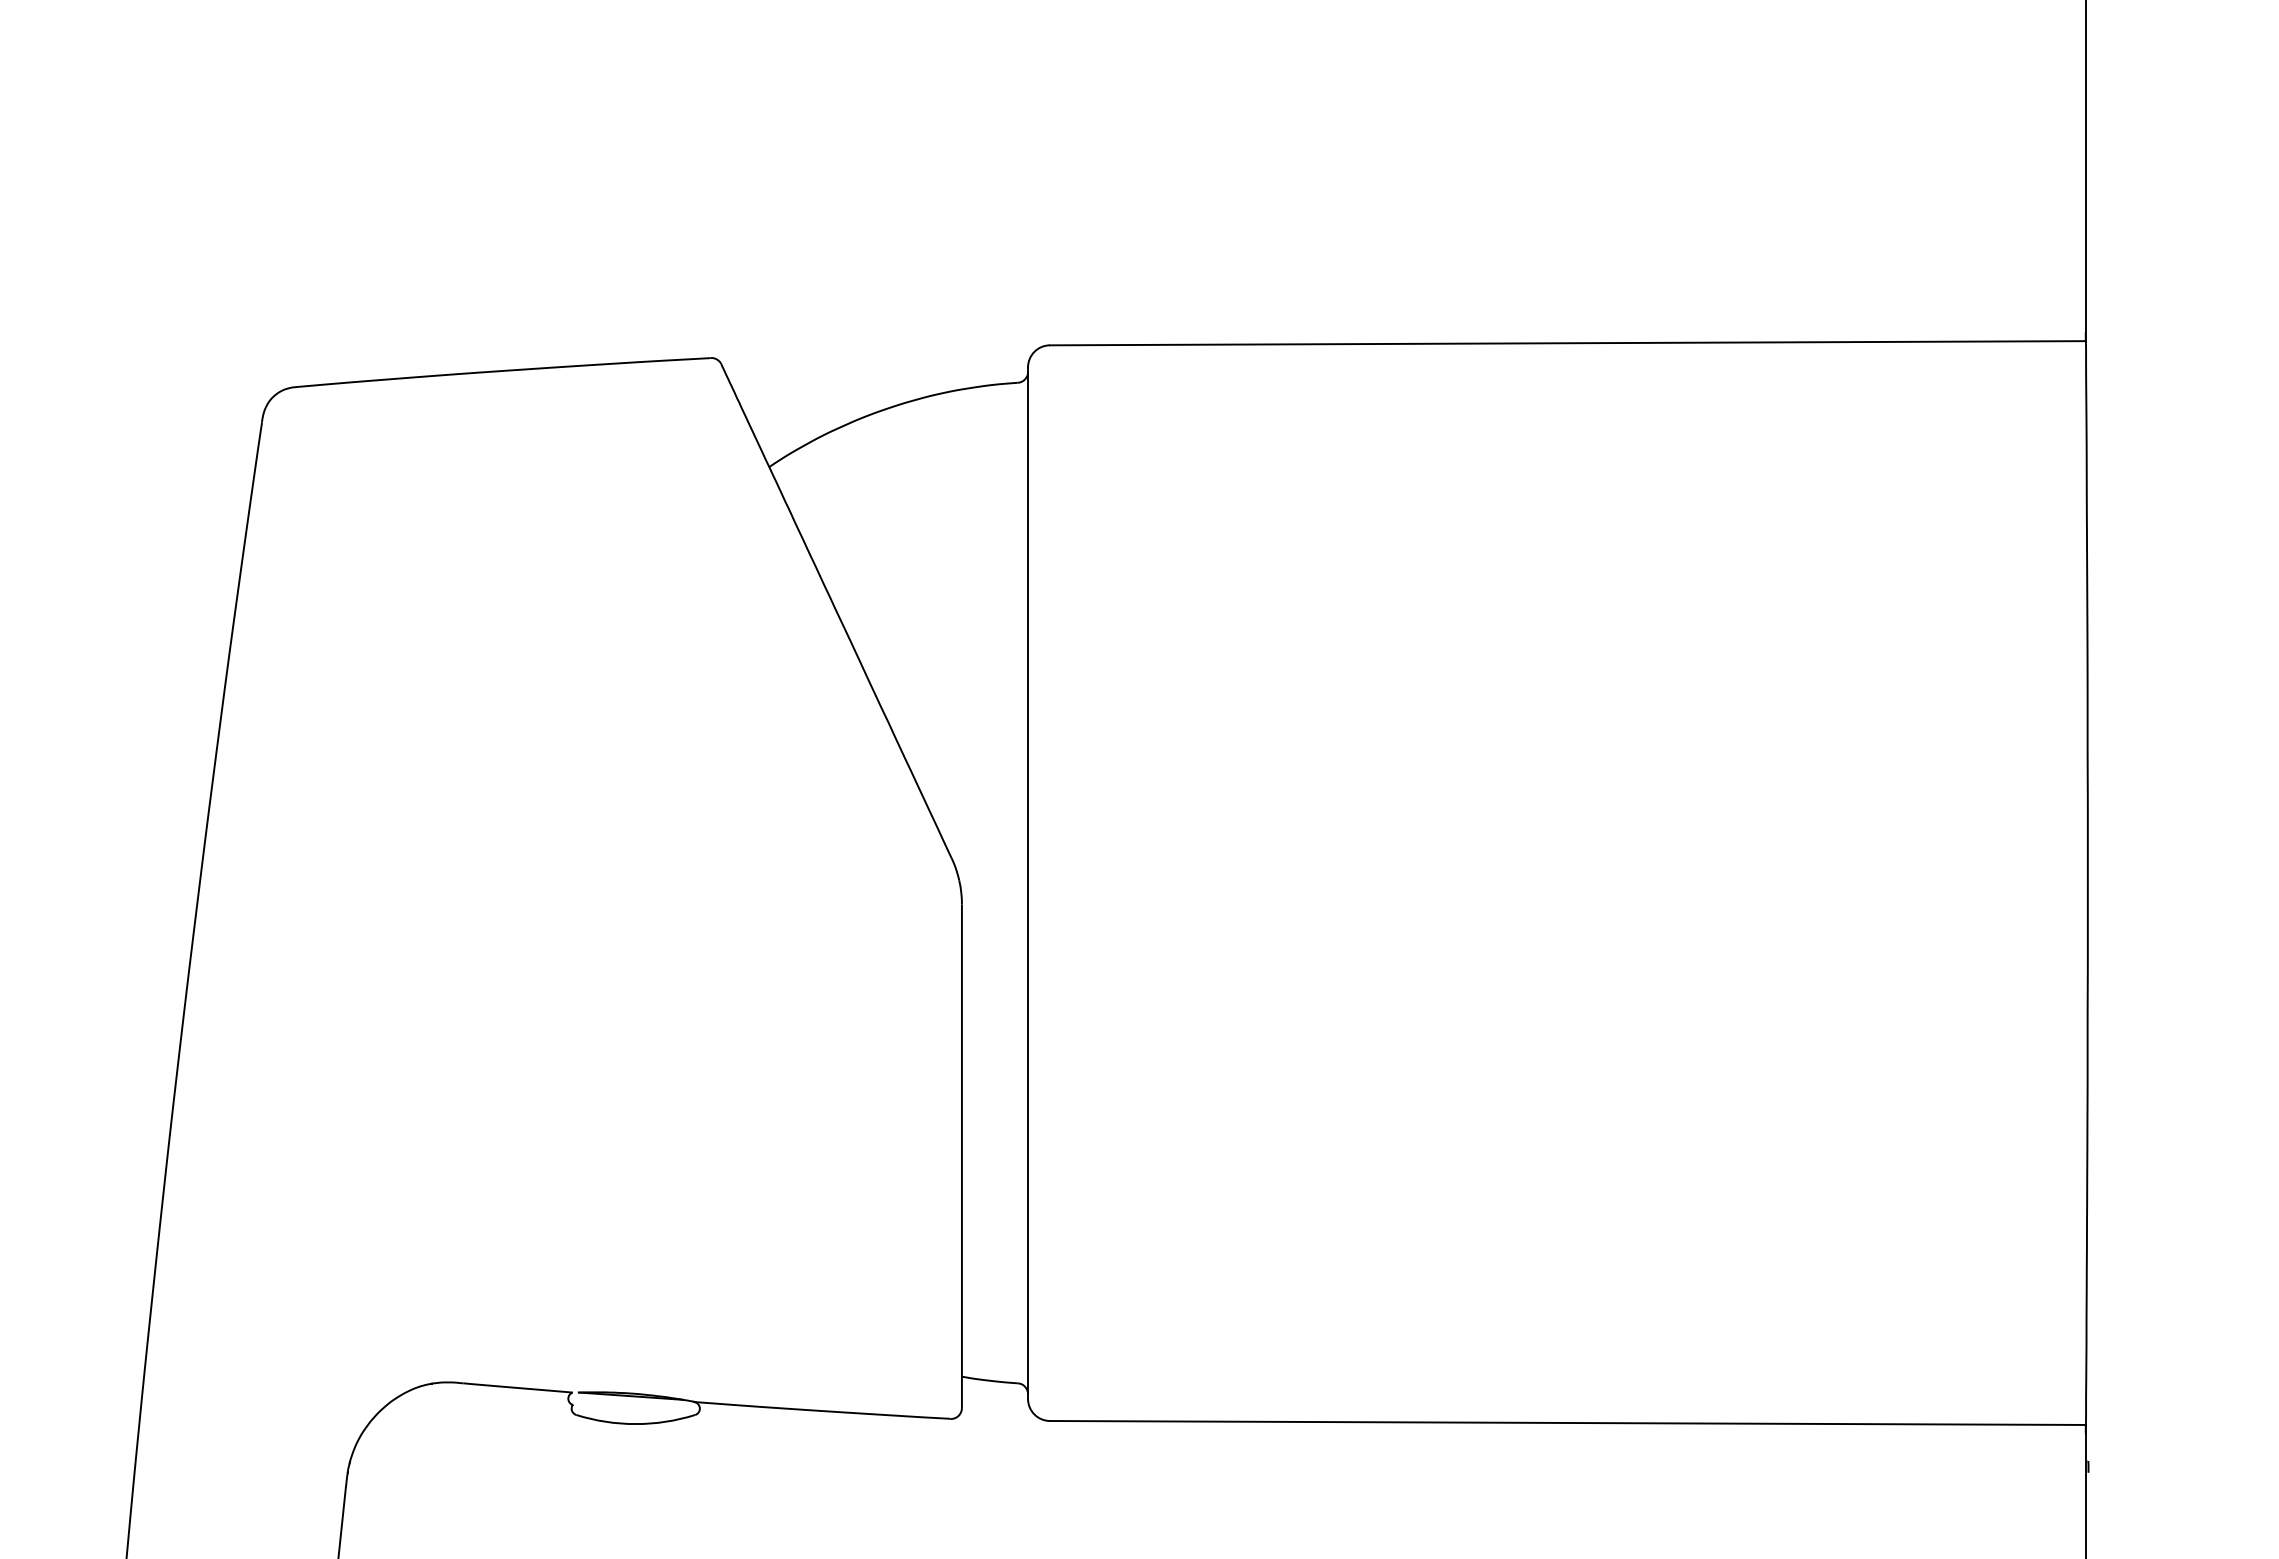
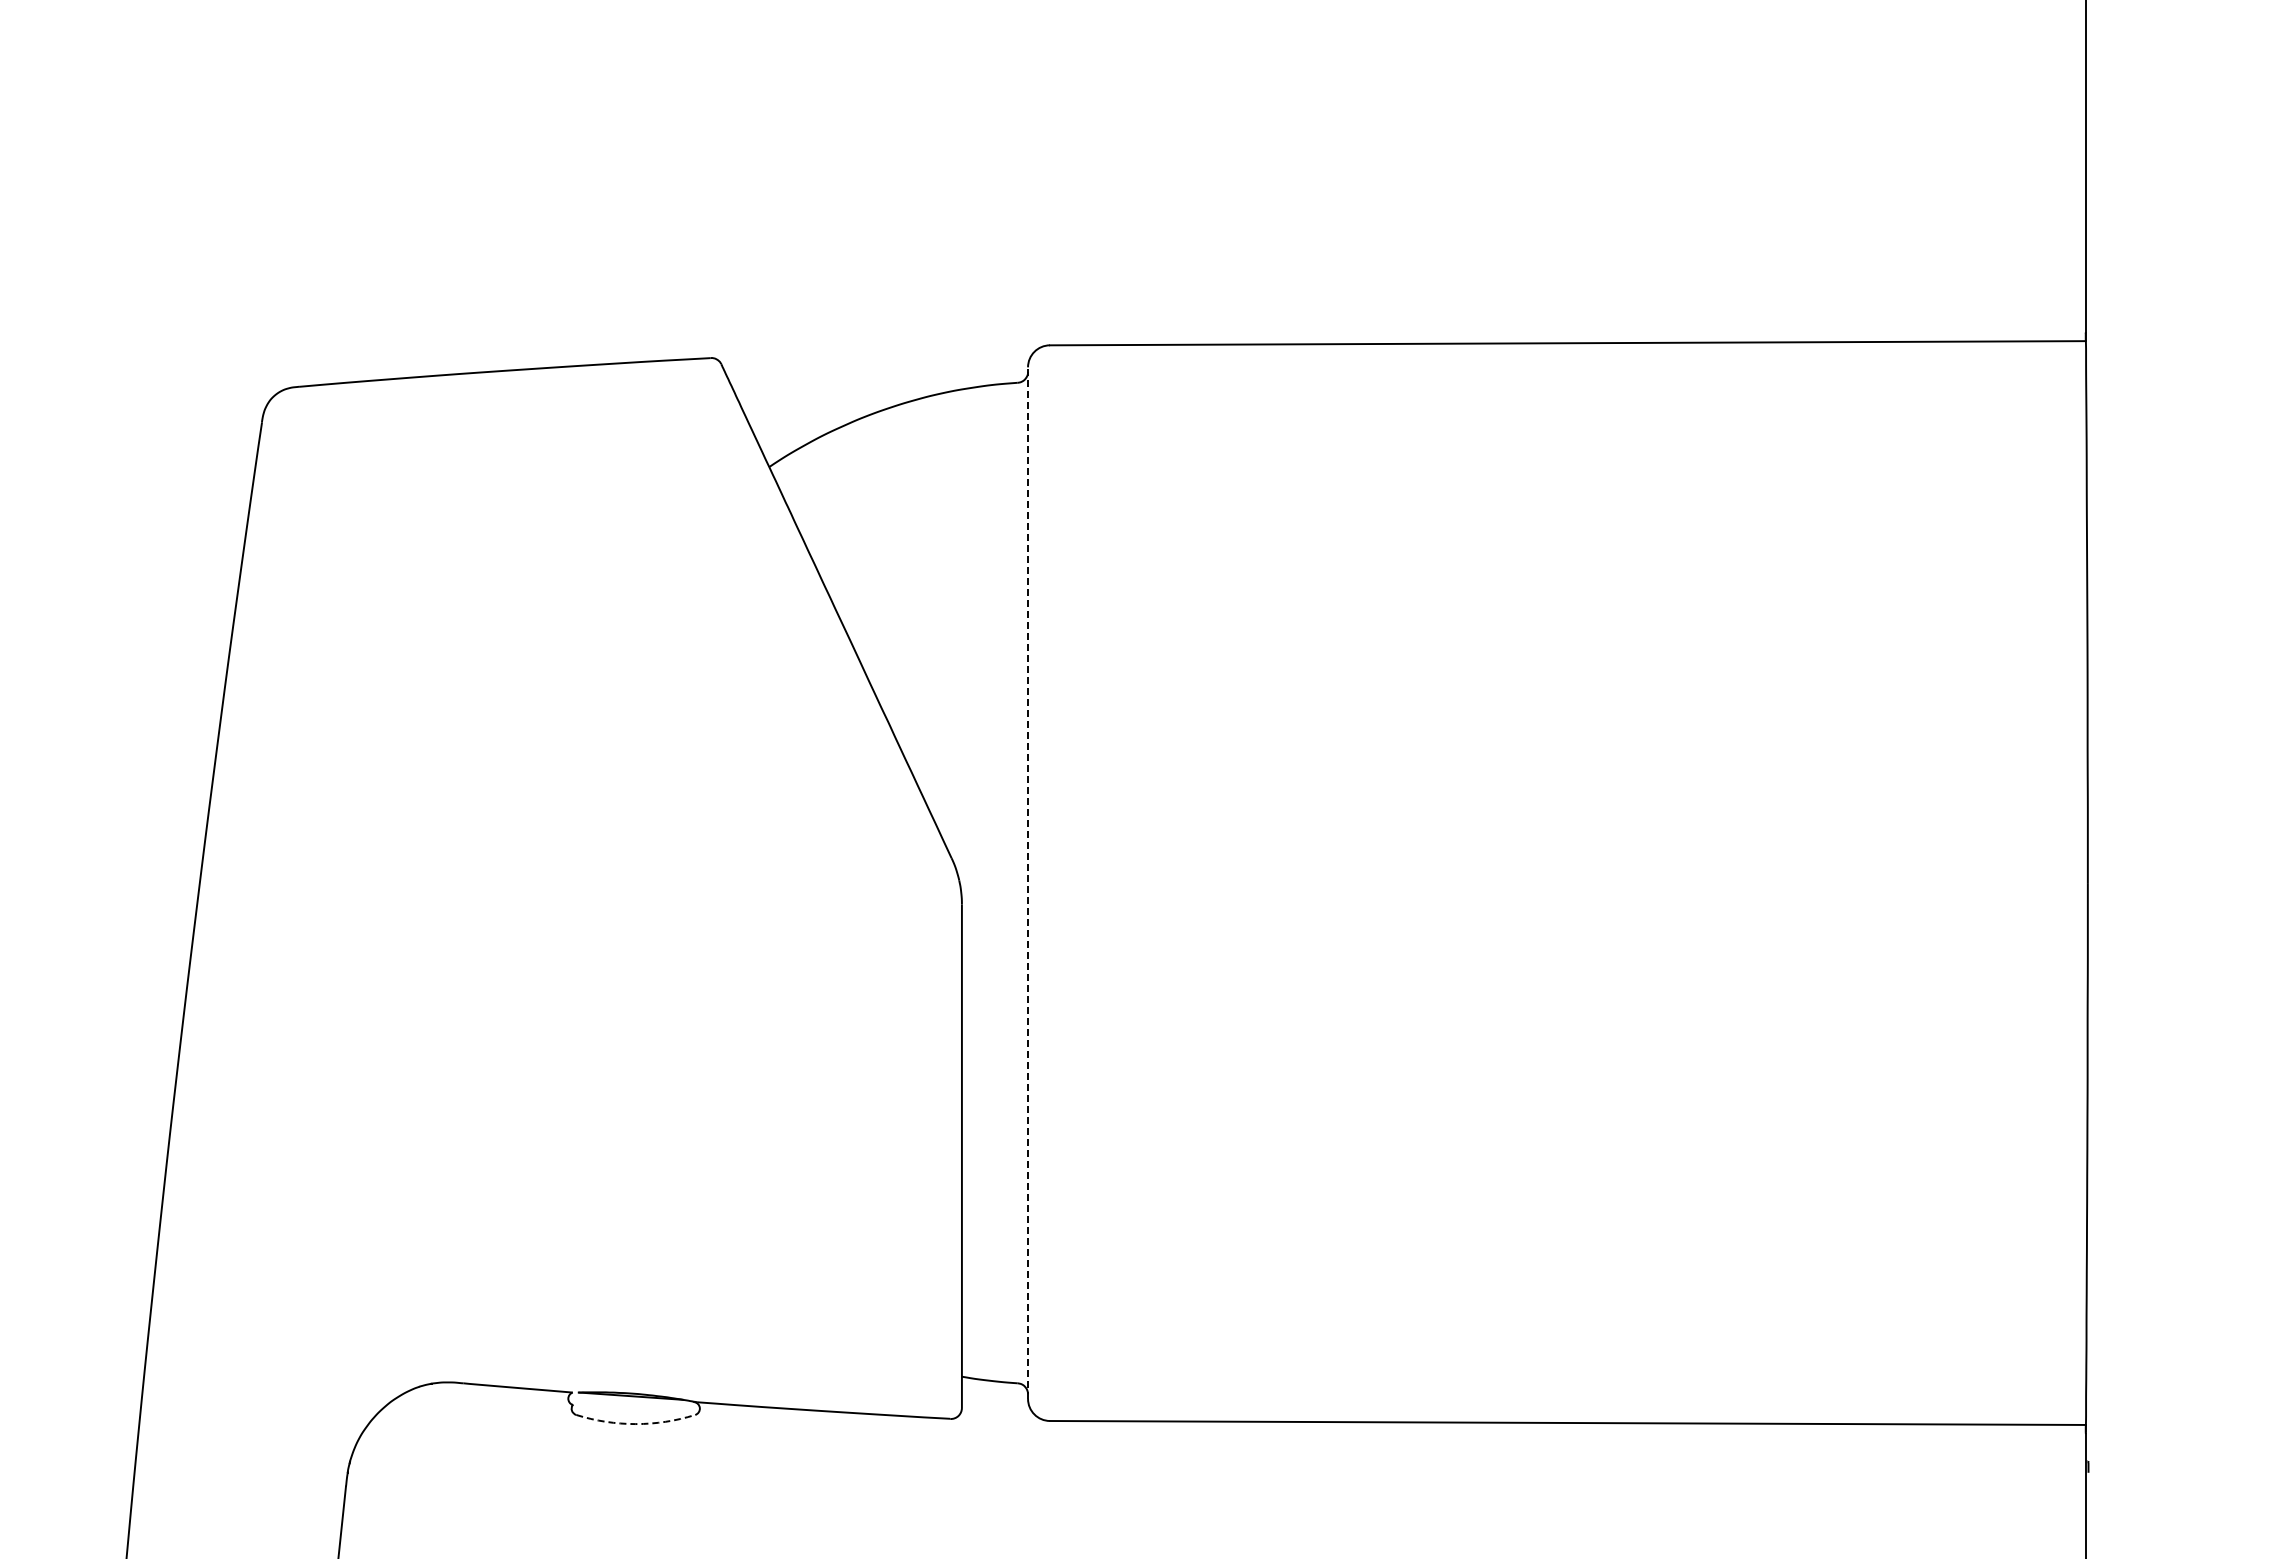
line at (1028, 883): solid -> dashed
arc at (635, 1424): solid -> dashed
